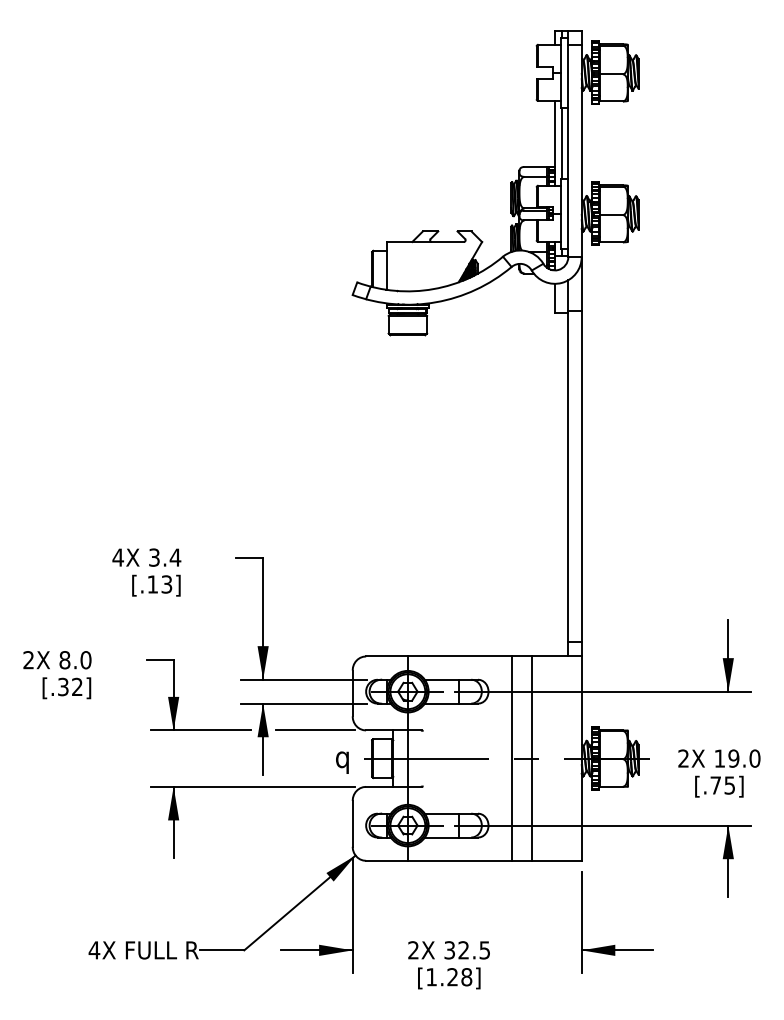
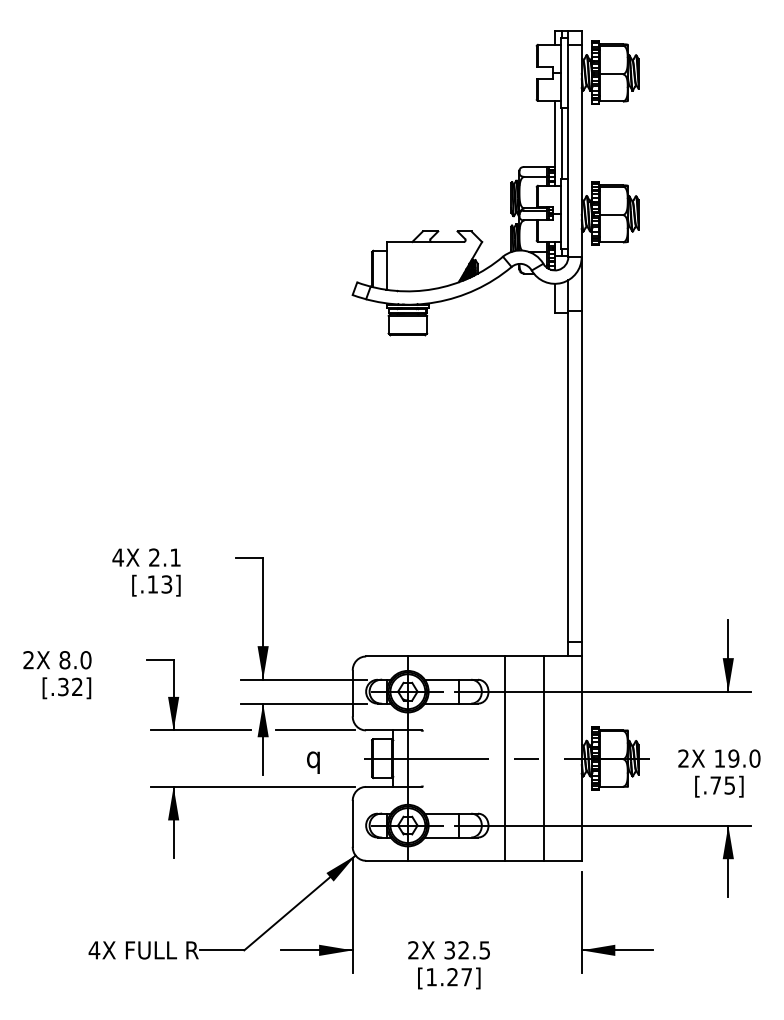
text at (165, 557): 3.4 -> 2.1
line at (511, 758) position: (511, 758) -> (504, 758)
line at (531, 758) position: (531, 758) -> (543, 758)
text at (342, 762) position: (342, 762) -> (313, 762)
text at (466, 977): [1.28] -> [1.27]
